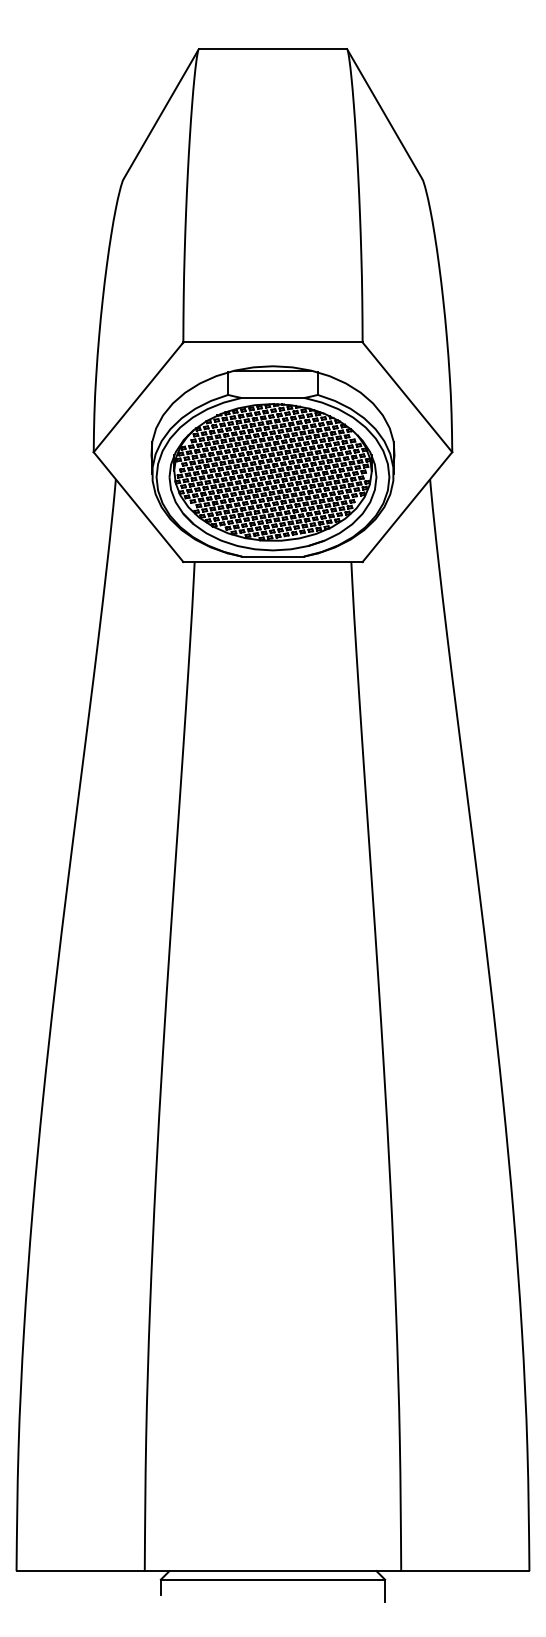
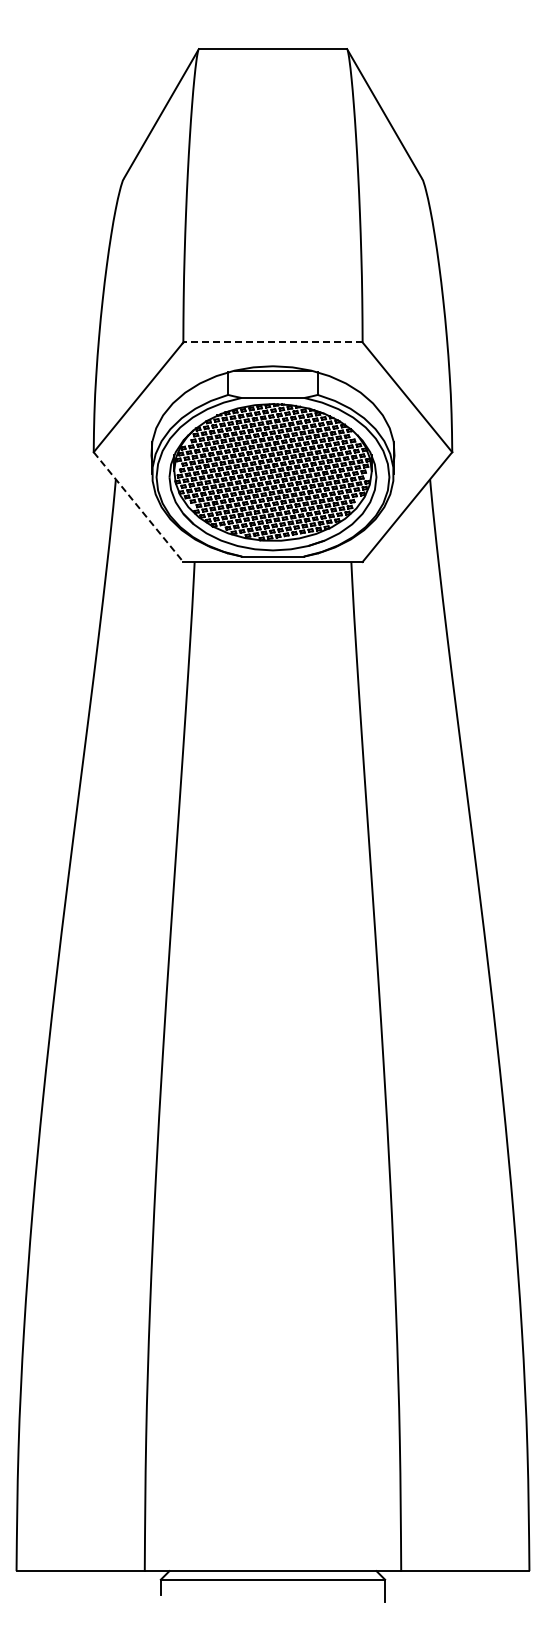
line at (273, 342): solid -> dashed
line at (138, 507): solid -> dashed
